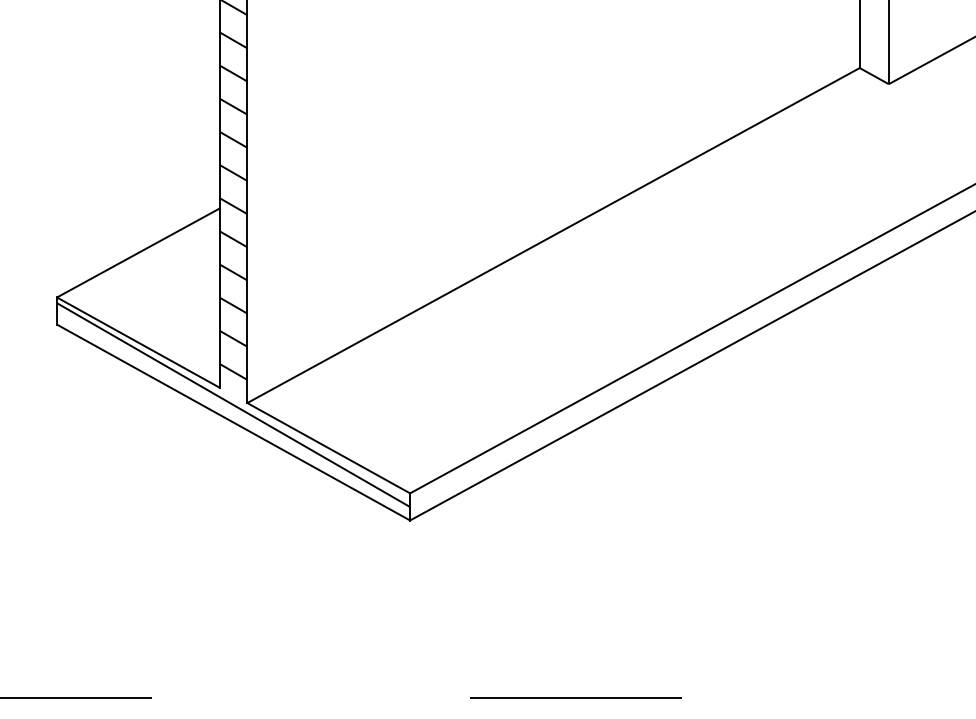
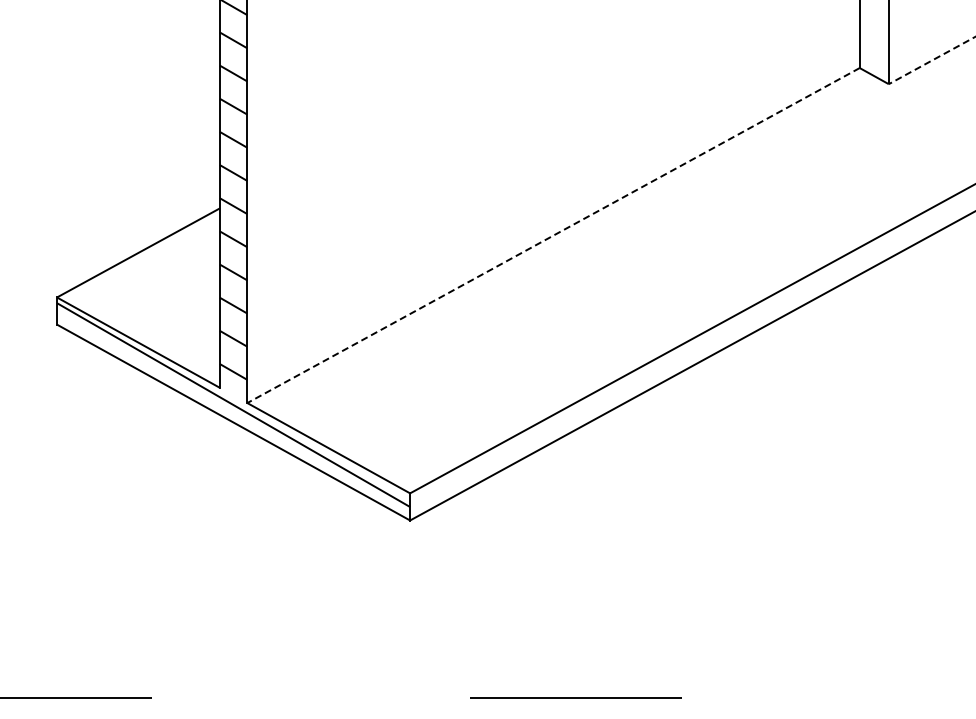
line at (931, 60): solid -> dashed
line at (553, 235): solid -> dashed
